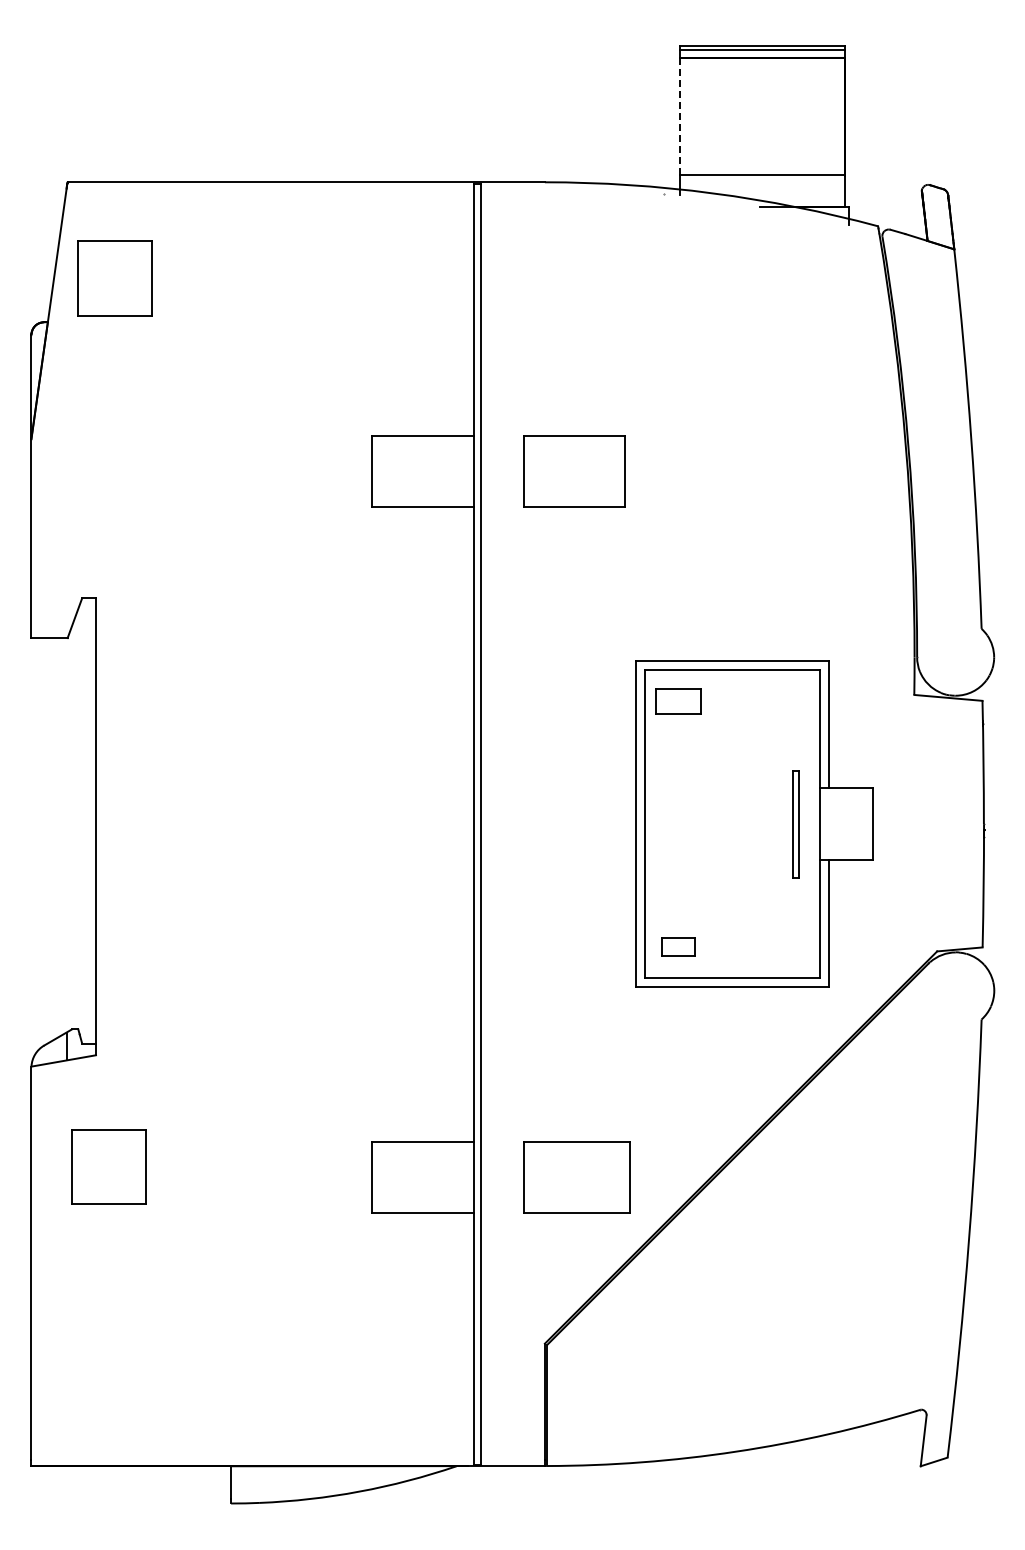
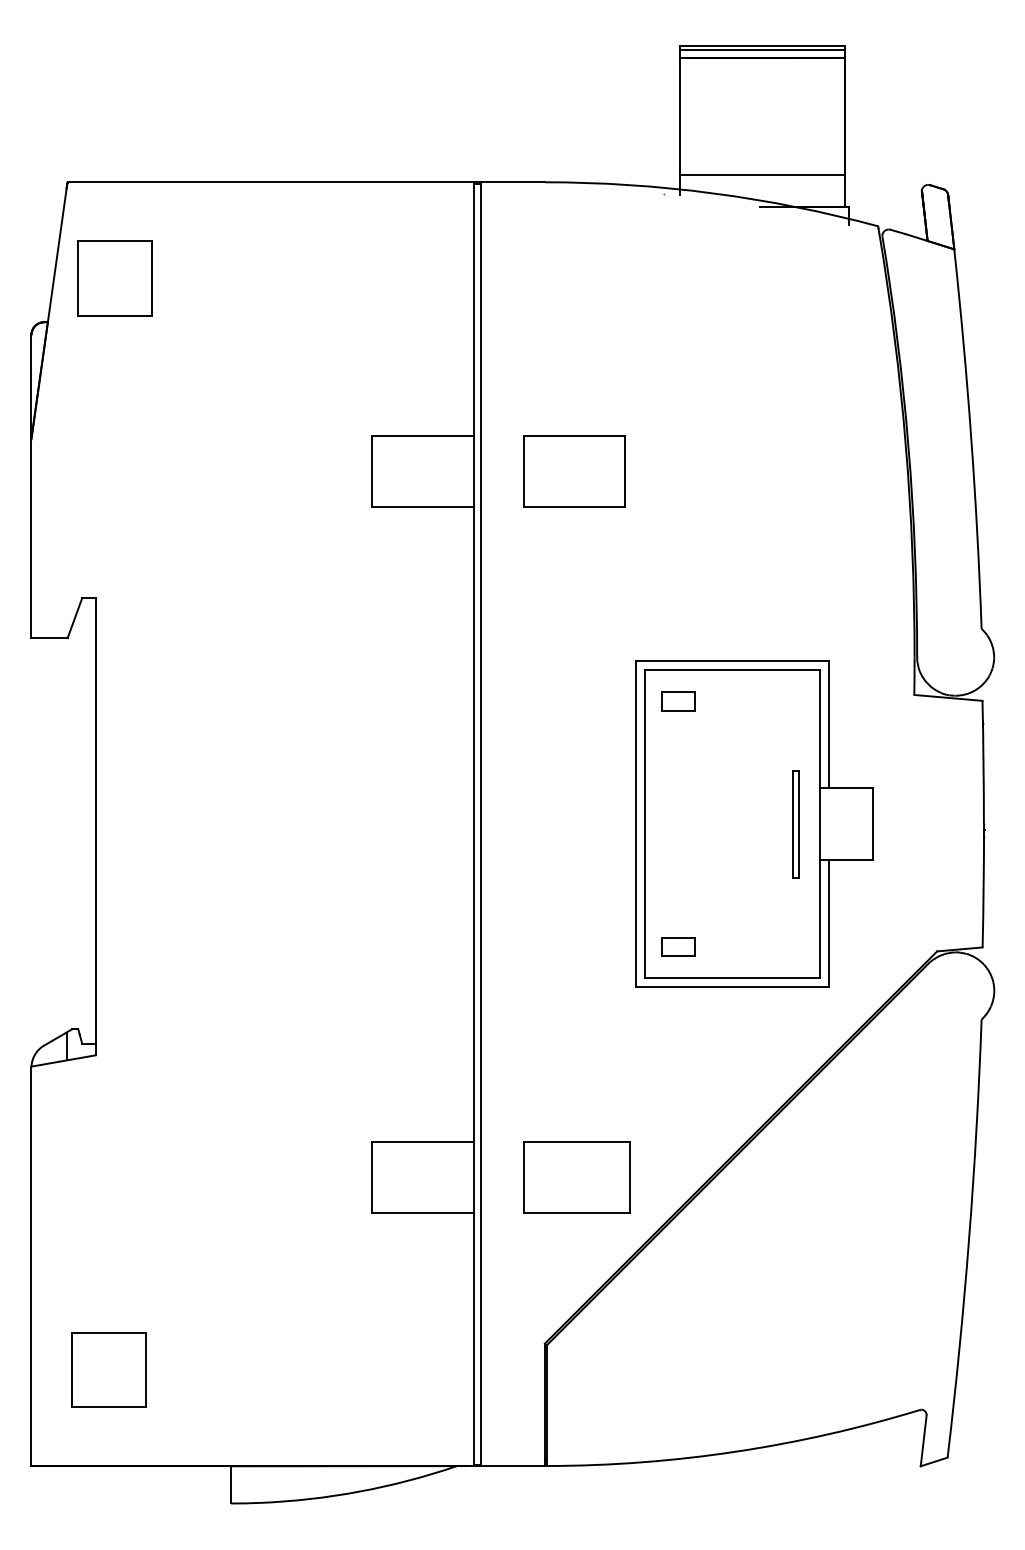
line at (680, 116): dashed -> solid
part at (678, 701) size: 47x27 px -> 35x21 px
part at (108, 1166) position: (108, 1166) -> (108, 1369)
